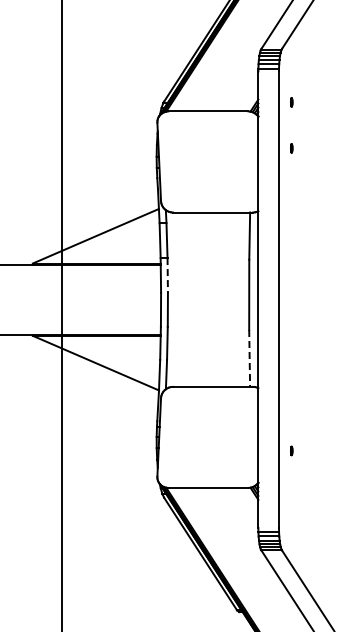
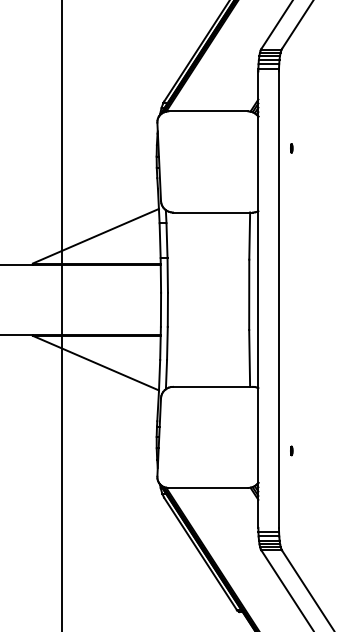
part at (291, 102): present -> none
line at (167, 275): dashed -> solid
line at (249, 358): dashed -> solid
